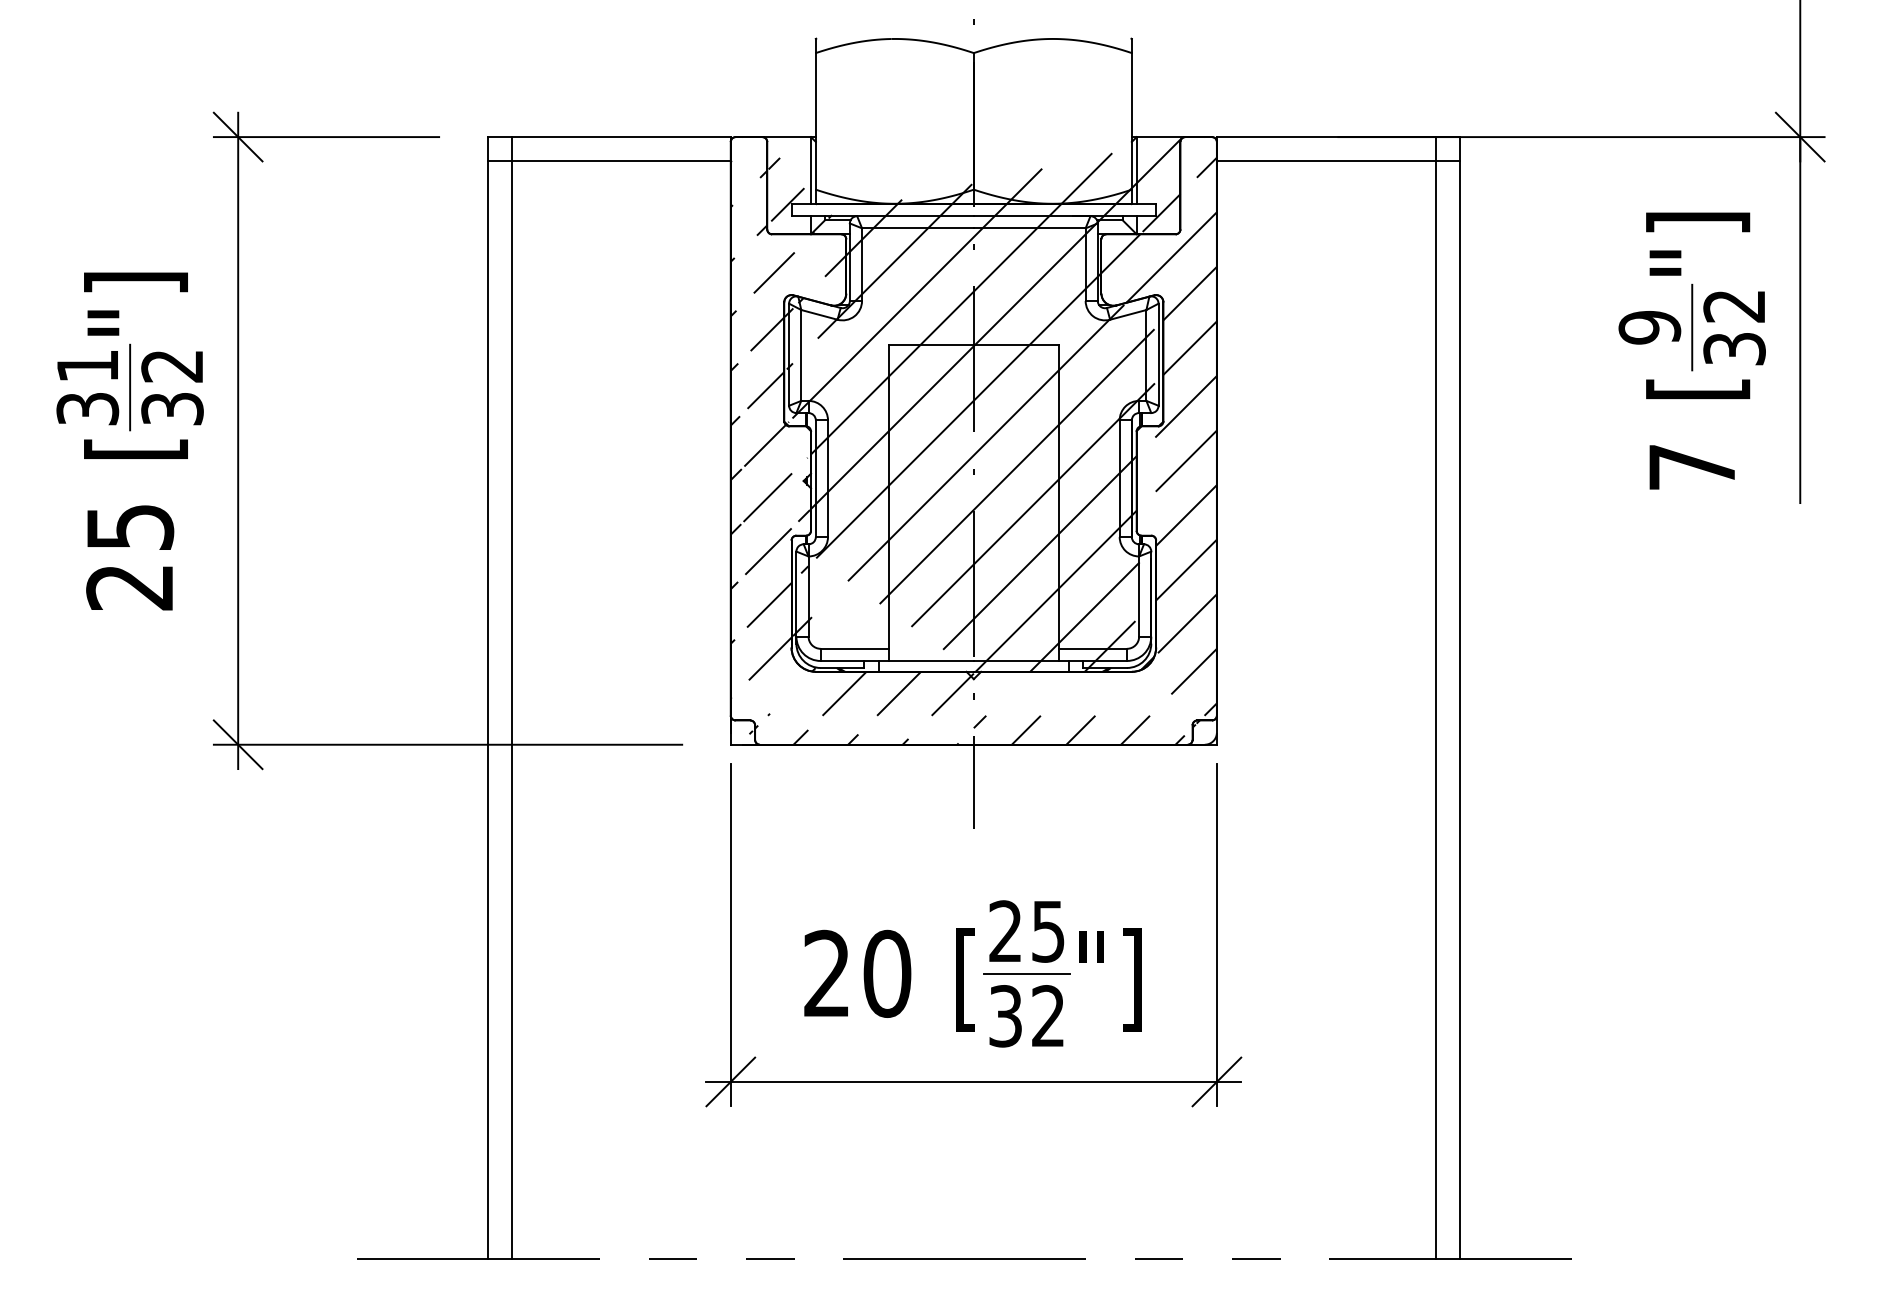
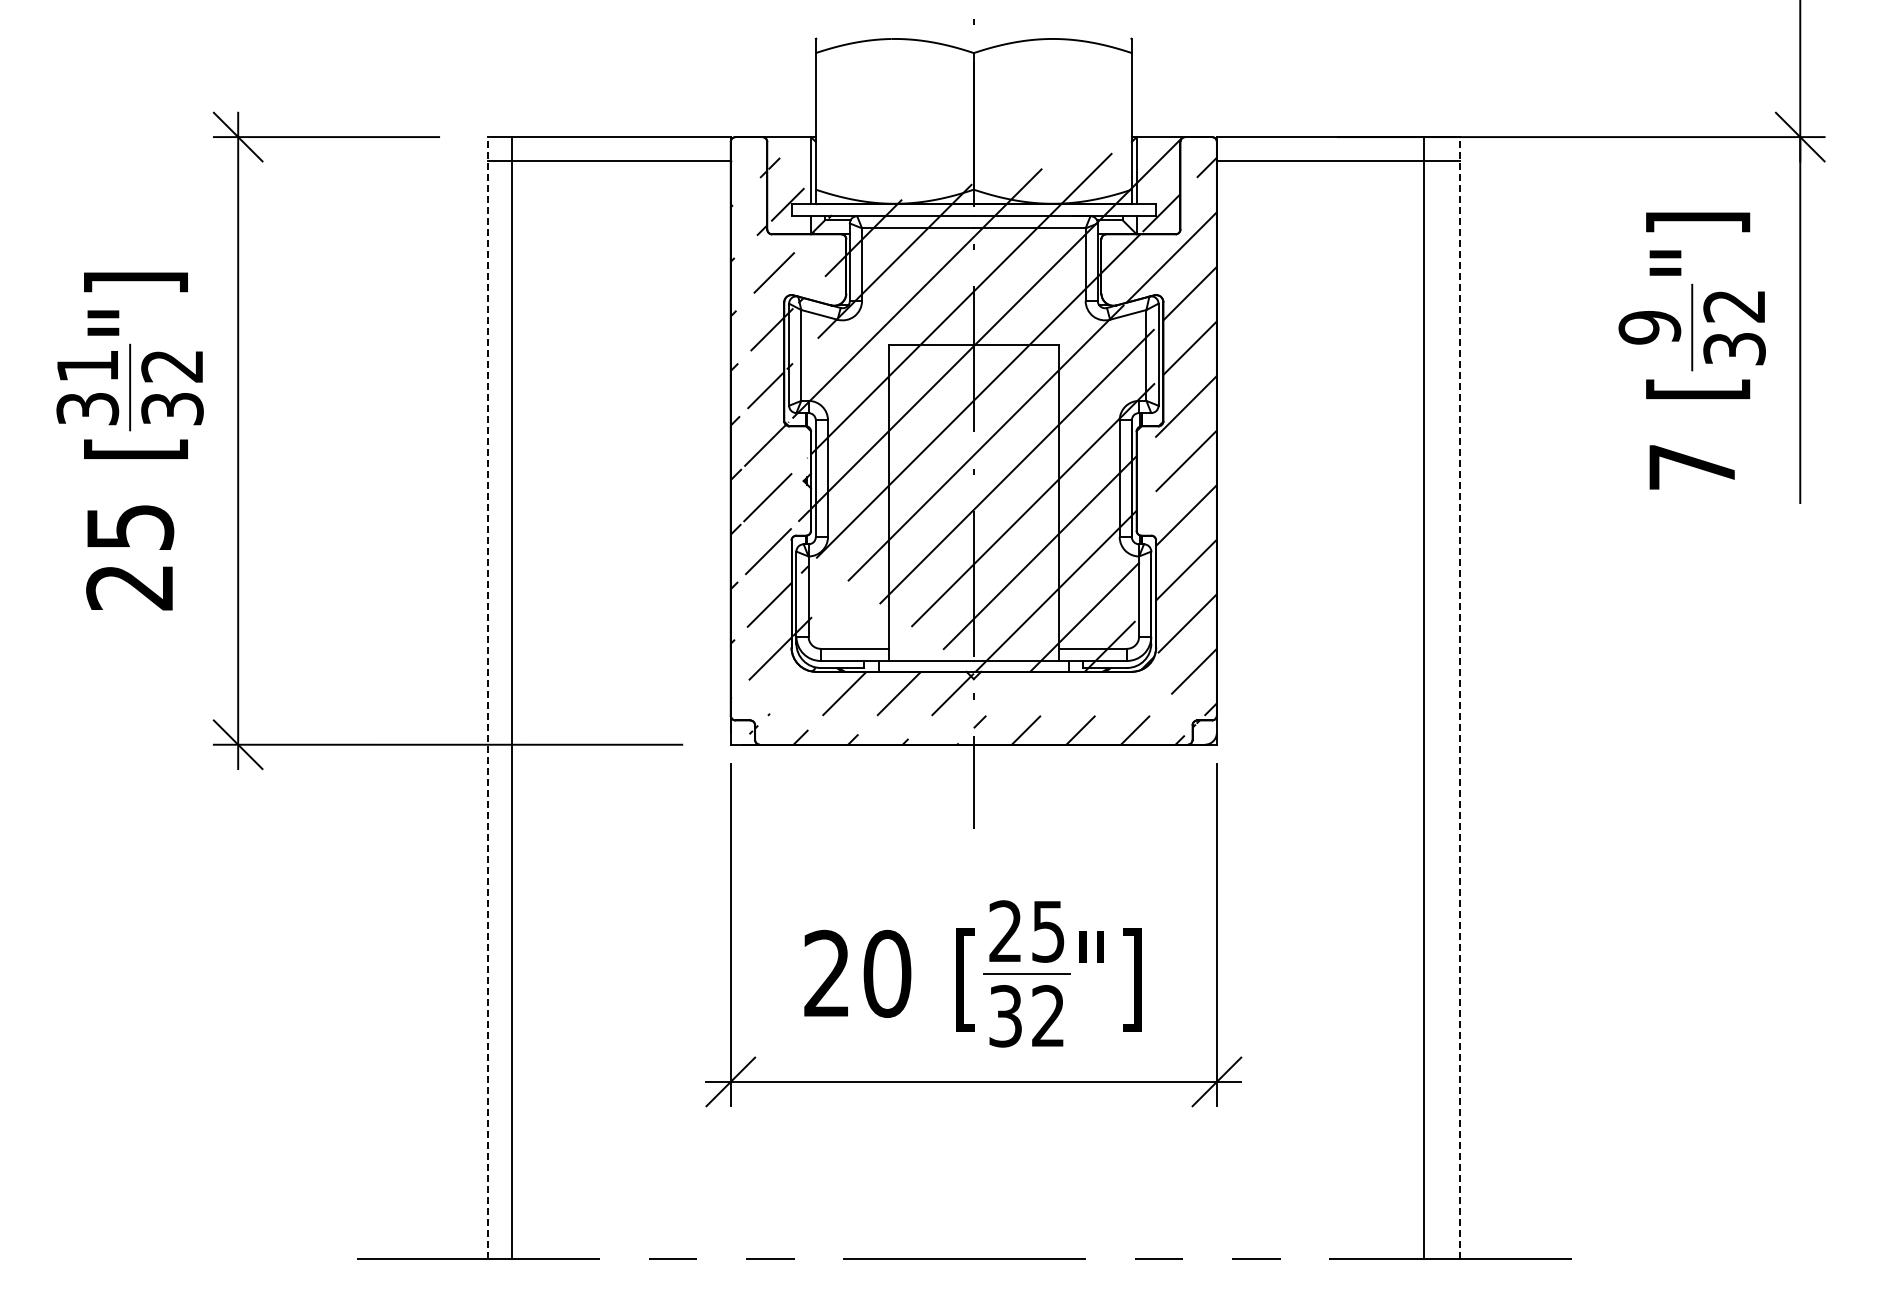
line at (487, 697): solid -> dashed
line at (1459, 697): solid -> dashed
line at (1435, 698) position: (1435, 698) -> (1423, 698)
